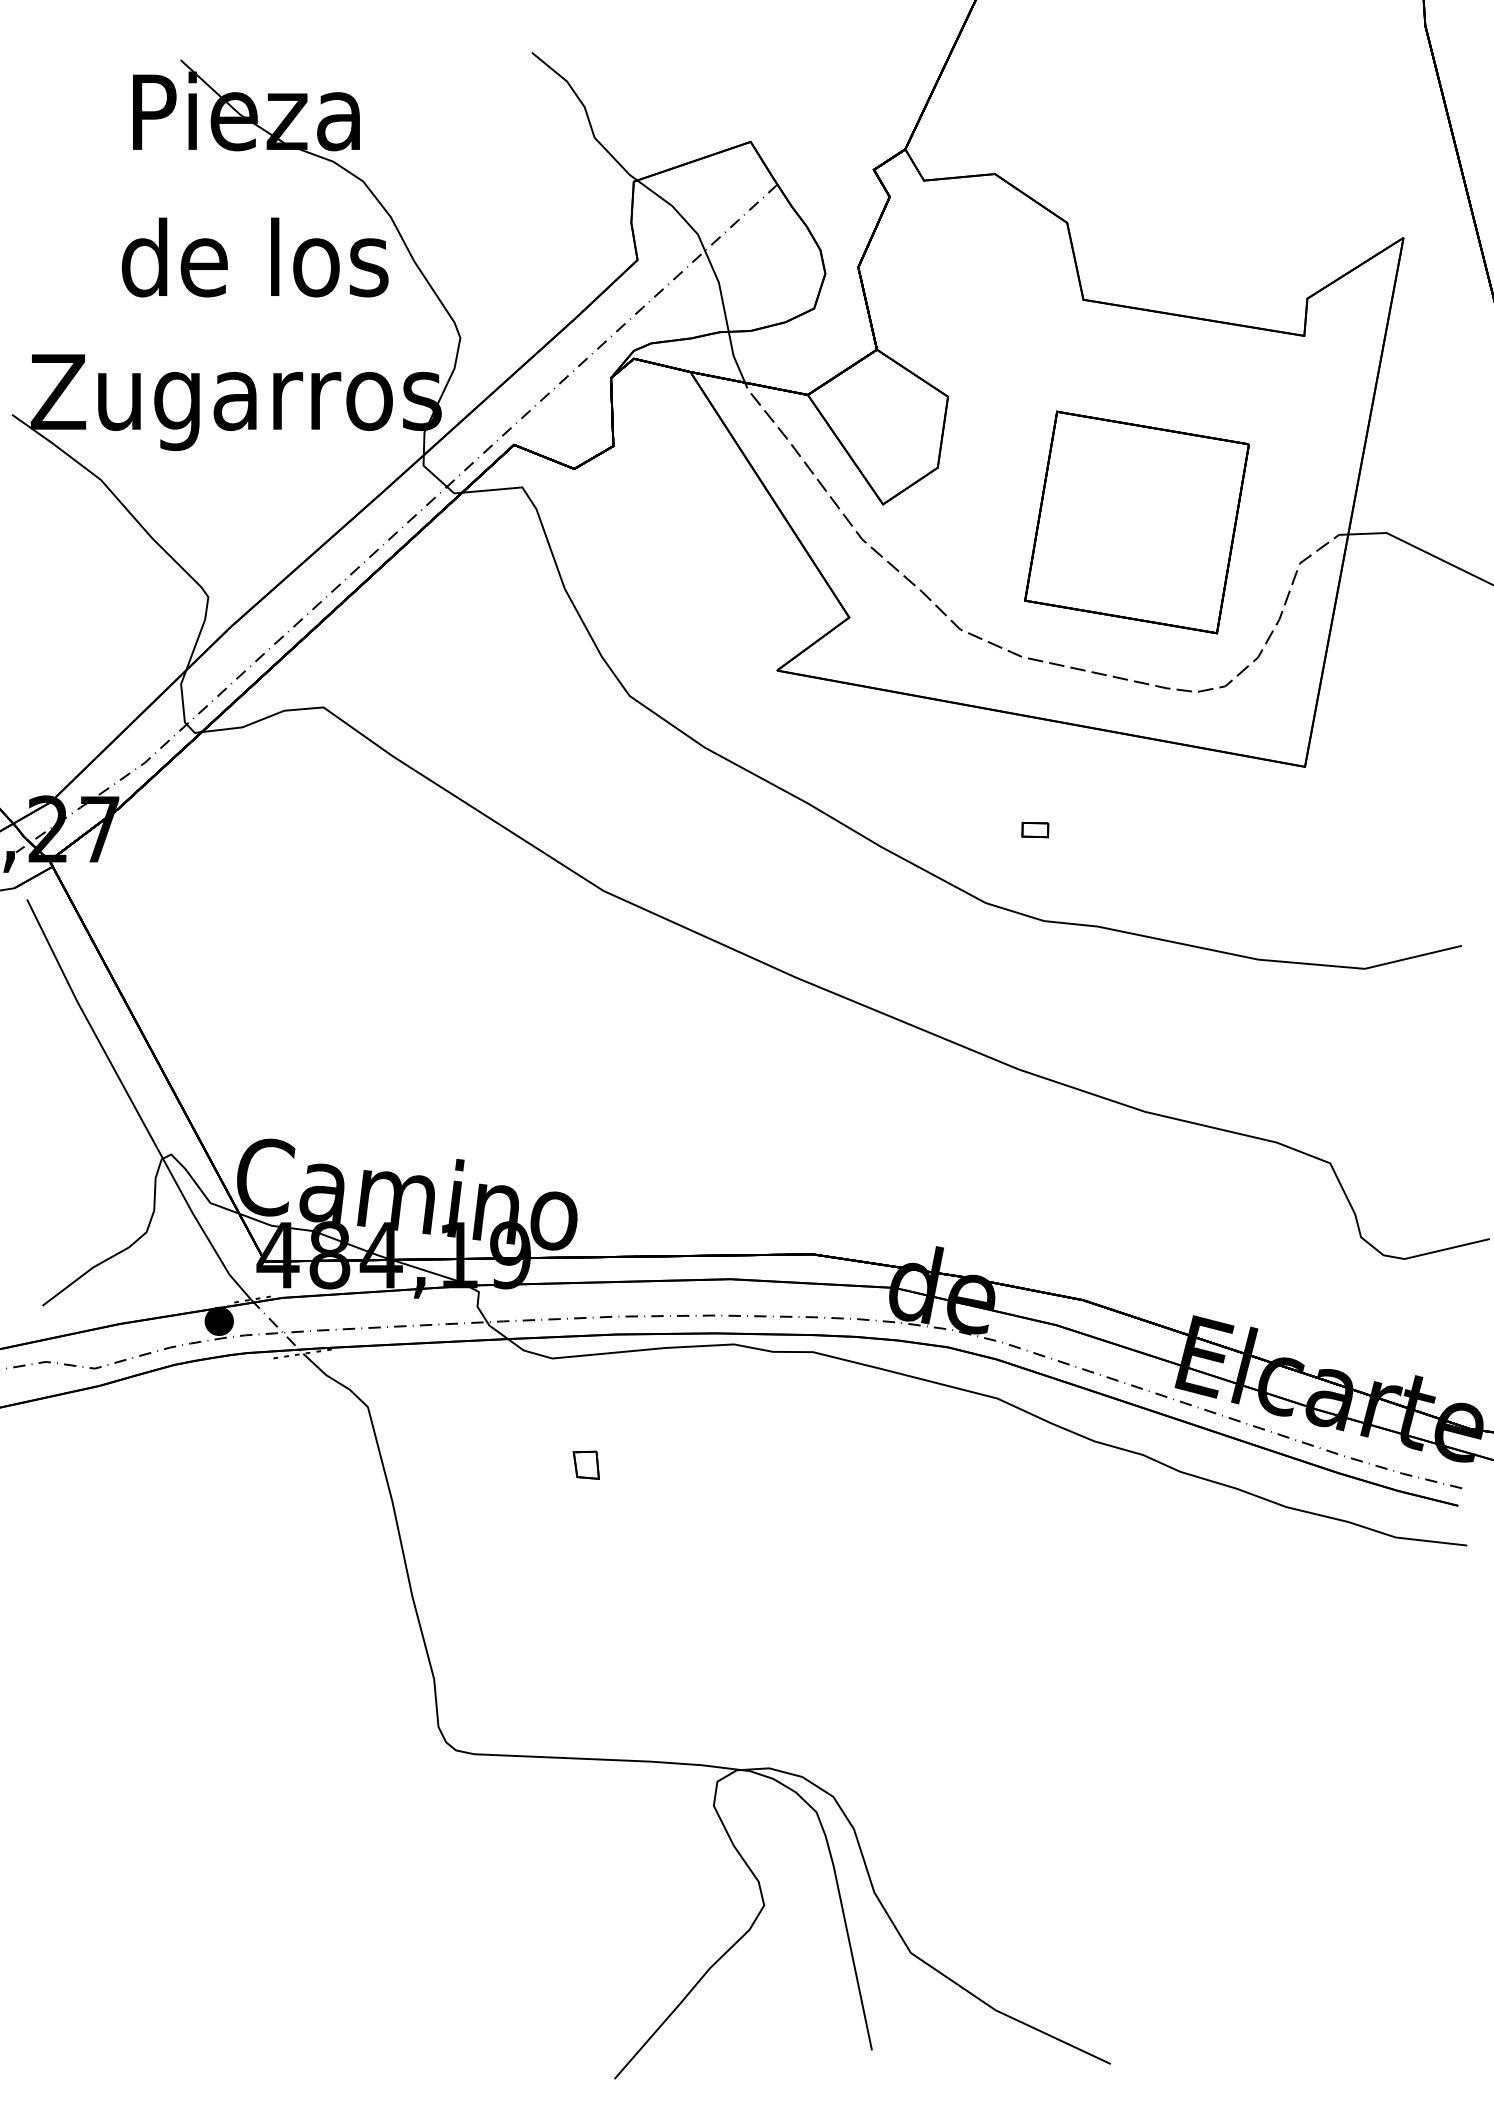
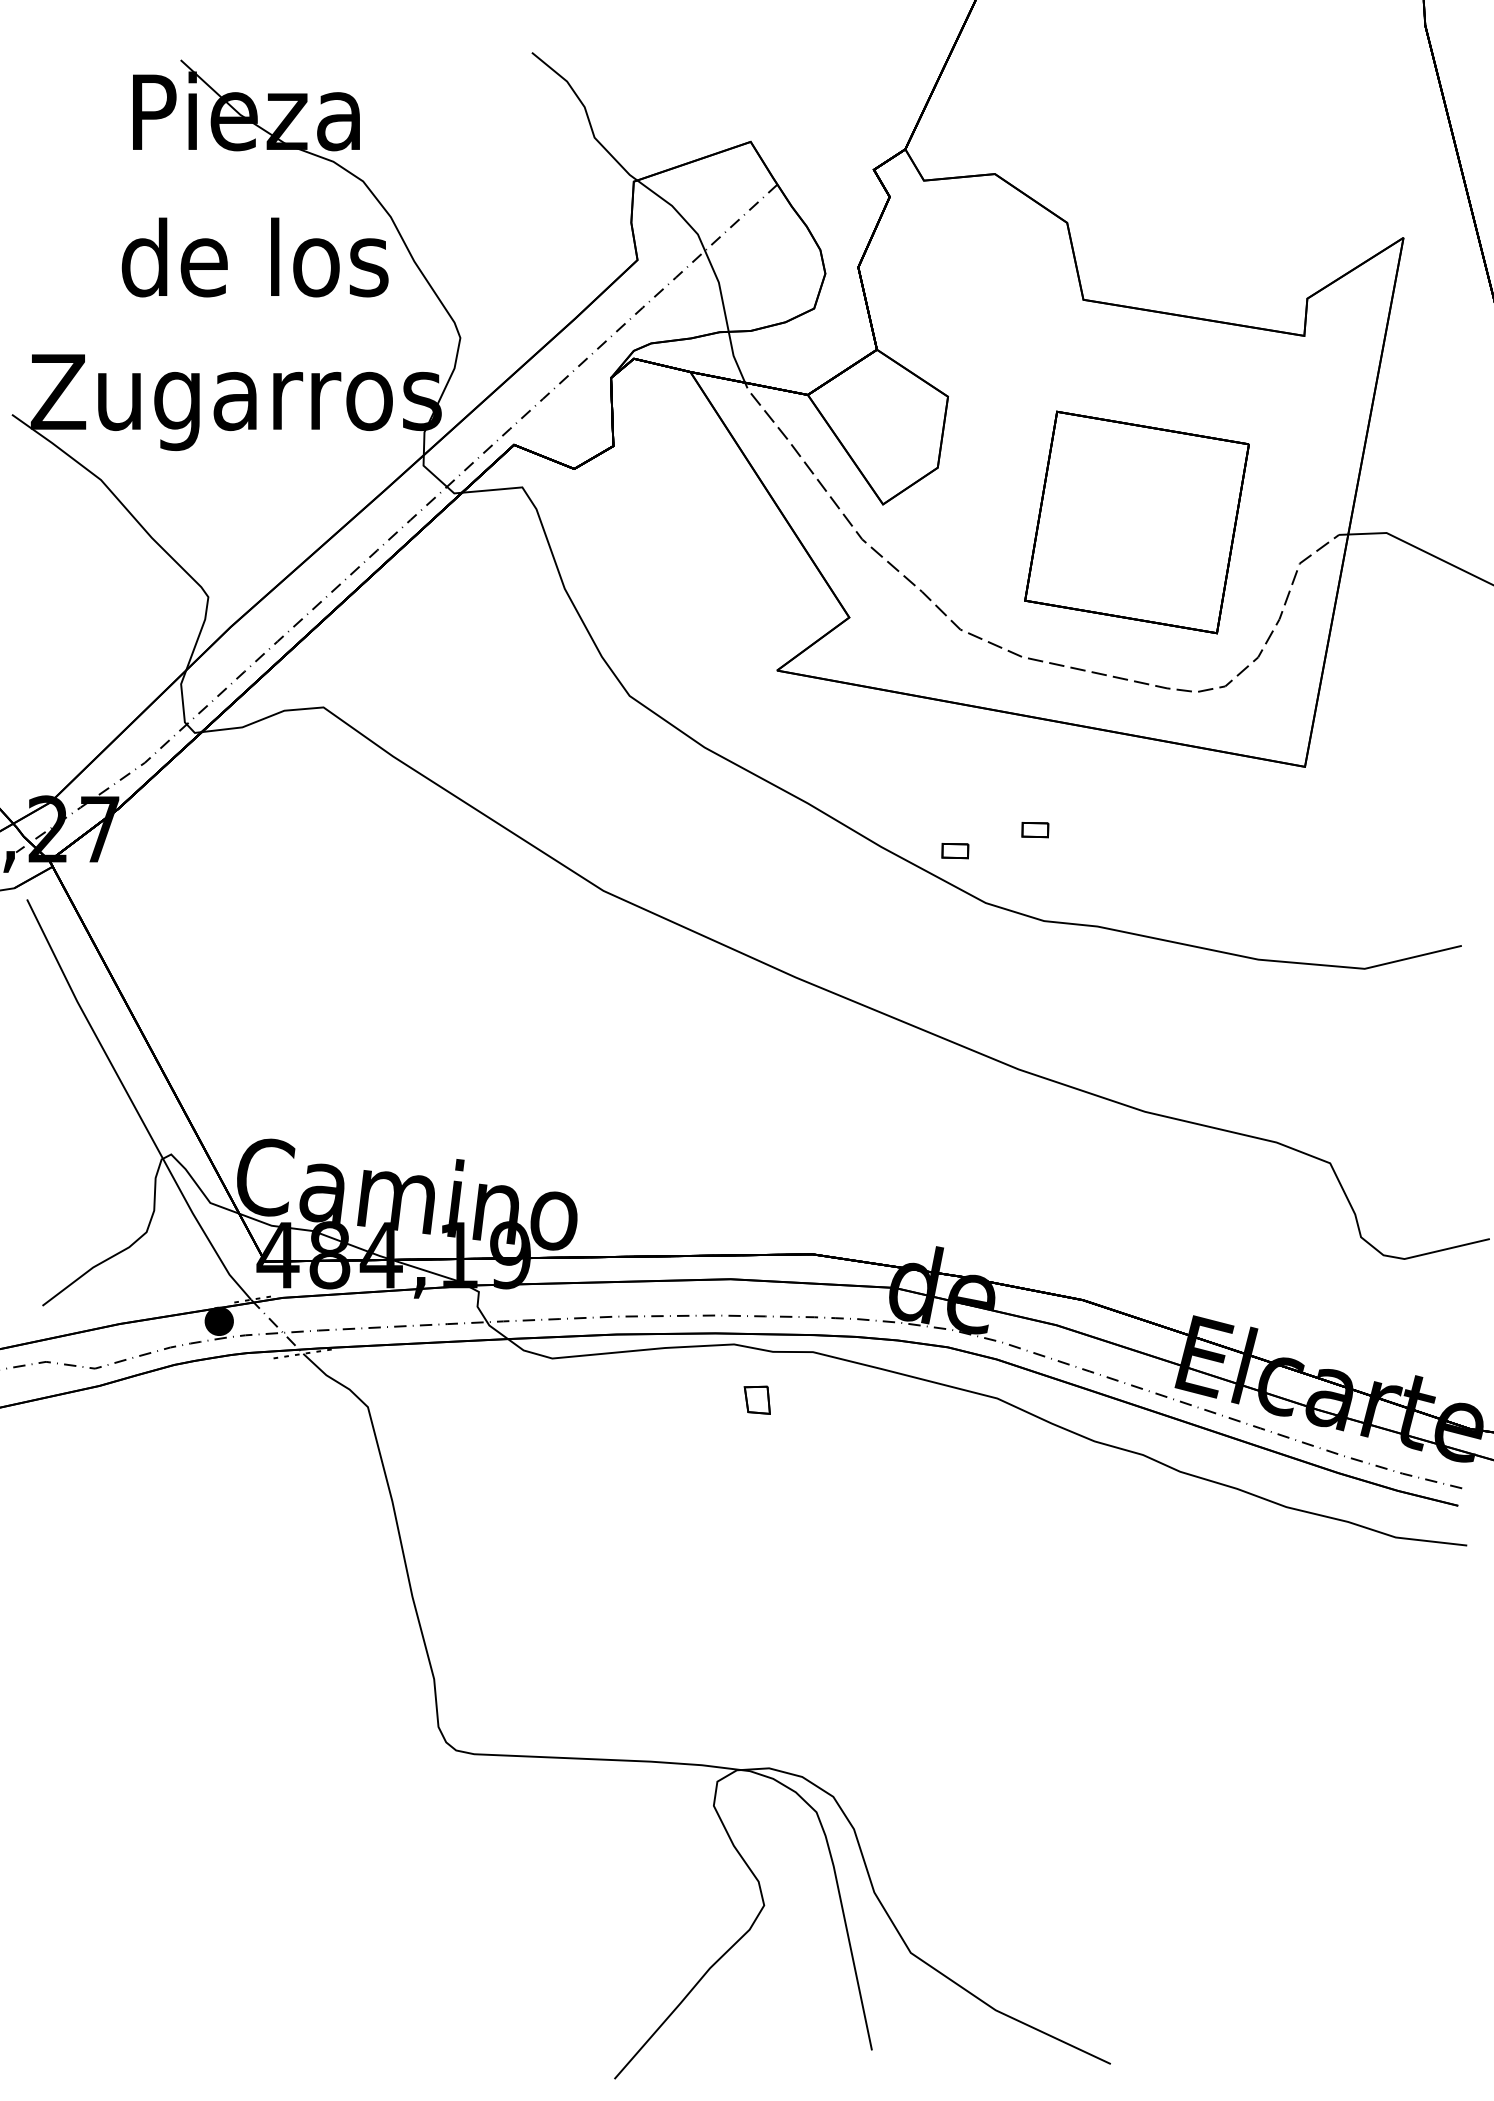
part at (955, 851): none -> present
part at (585, 1464) position: (585, 1464) -> (756, 1399)
